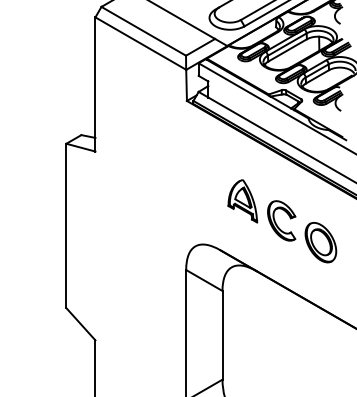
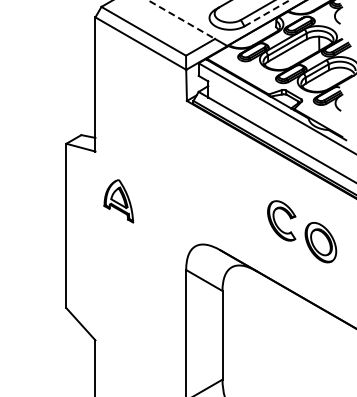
line at (267, 13): solid -> dashed
line at (181, 19): solid -> dashed
part at (242, 201) position: (242, 201) -> (118, 201)
